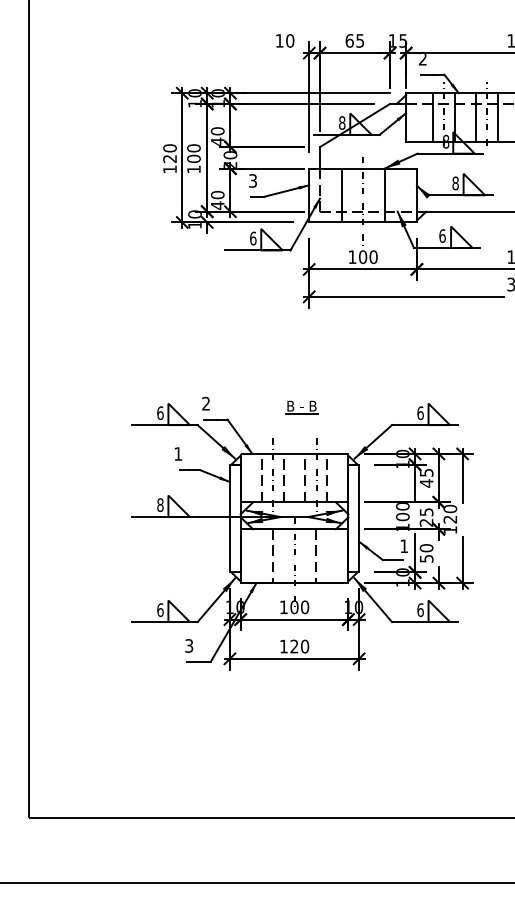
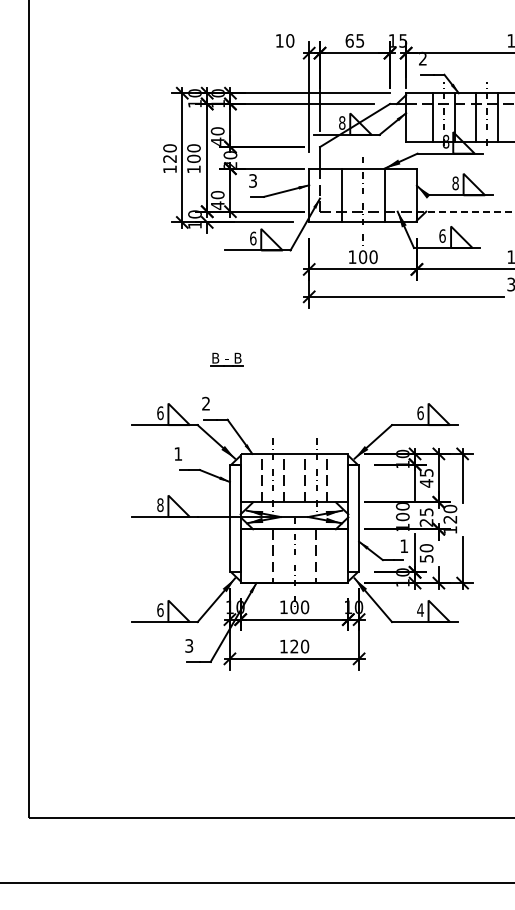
line at (465, 211): solid -> dashed
part at (301, 407) position: (301, 407) -> (226, 359)
text at (420, 609): 6 -> 4
